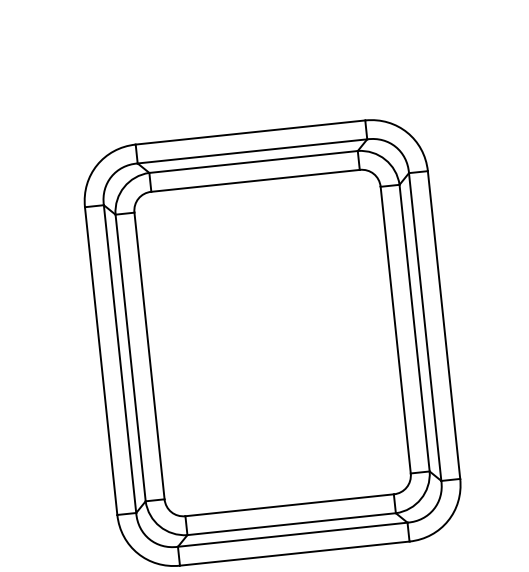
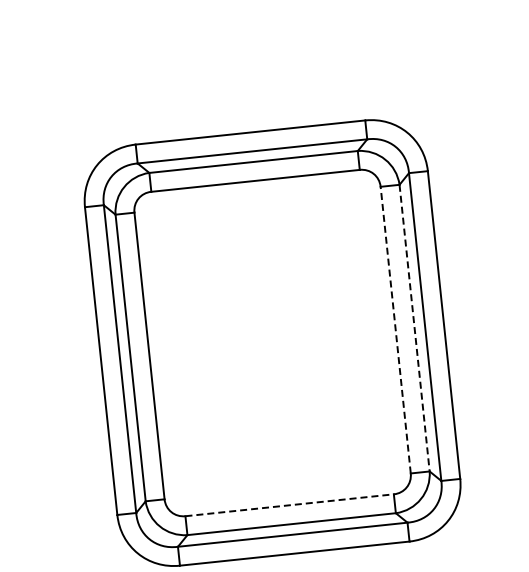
line at (414, 328): solid -> dashed
line at (395, 329): solid -> dashed
line at (289, 505): solid -> dashed
